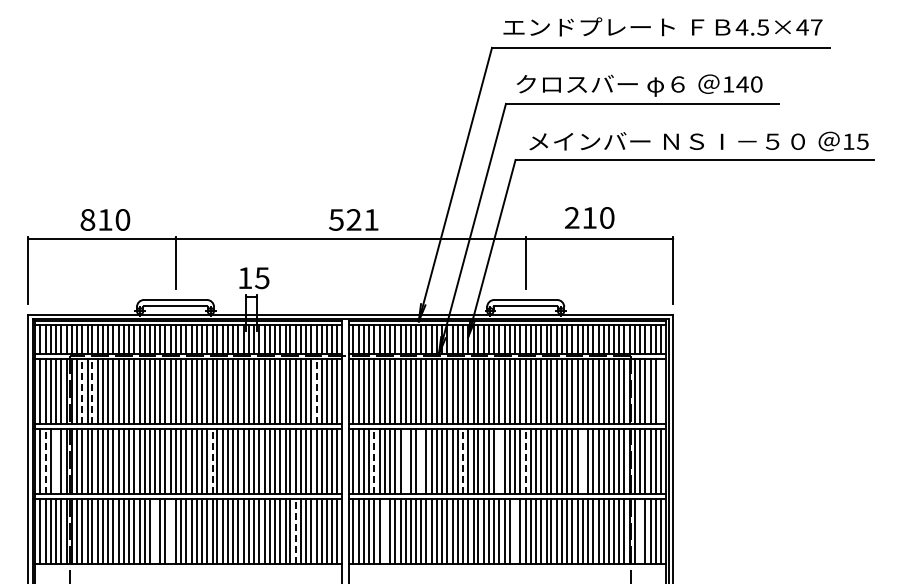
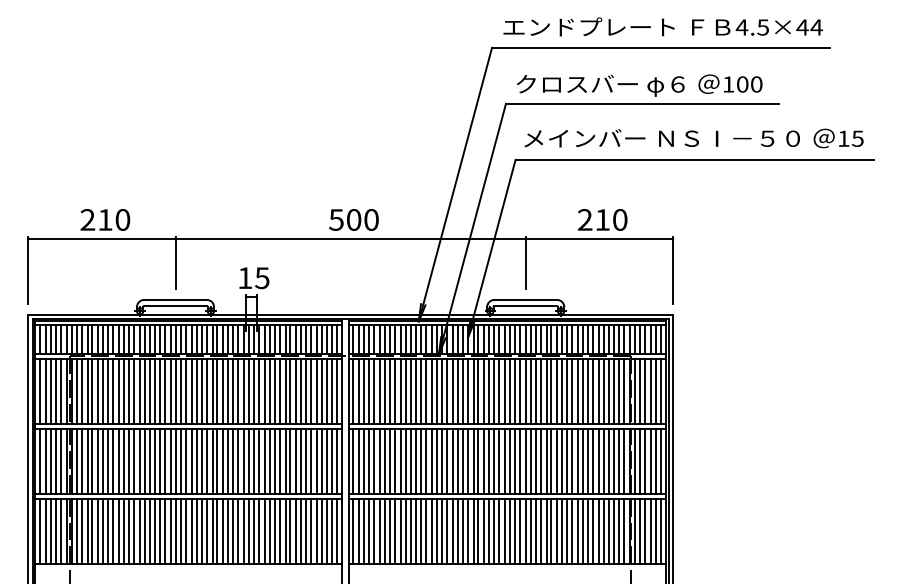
text at (816, 27): 4.5×47 -> 4.5×44
text at (742, 84): 140 -> 100
text at (698, 141) position: (698, 141) -> (693, 138)
text at (589, 217) position: (589, 217) -> (602, 219)
text at (87, 219): 810 -> 210
text at (362, 219): 521 -> 500
line at (82, 391): dashed -> solid
line at (92, 391): dashed -> solid
line at (316, 391): dashed -> solid
line at (660, 391): none -> present
line at (45, 461): dashed -> solid
line at (56, 461): none -> present
line at (212, 461): dashed -> solid
line at (374, 461): dashed -> solid
line at (405, 461): none -> present
line at (421, 461): none -> present
line at (463, 461): dashed -> solid
line at (499, 461): none -> present
line at (525, 461): dashed -> solid
line at (582, 461): none -> present
line at (155, 531): none -> present
line at (170, 531): none -> present
line at (295, 531): dashed -> solid
line at (384, 531): none -> present
line at (515, 531): none -> present
line at (640, 531): none -> present
